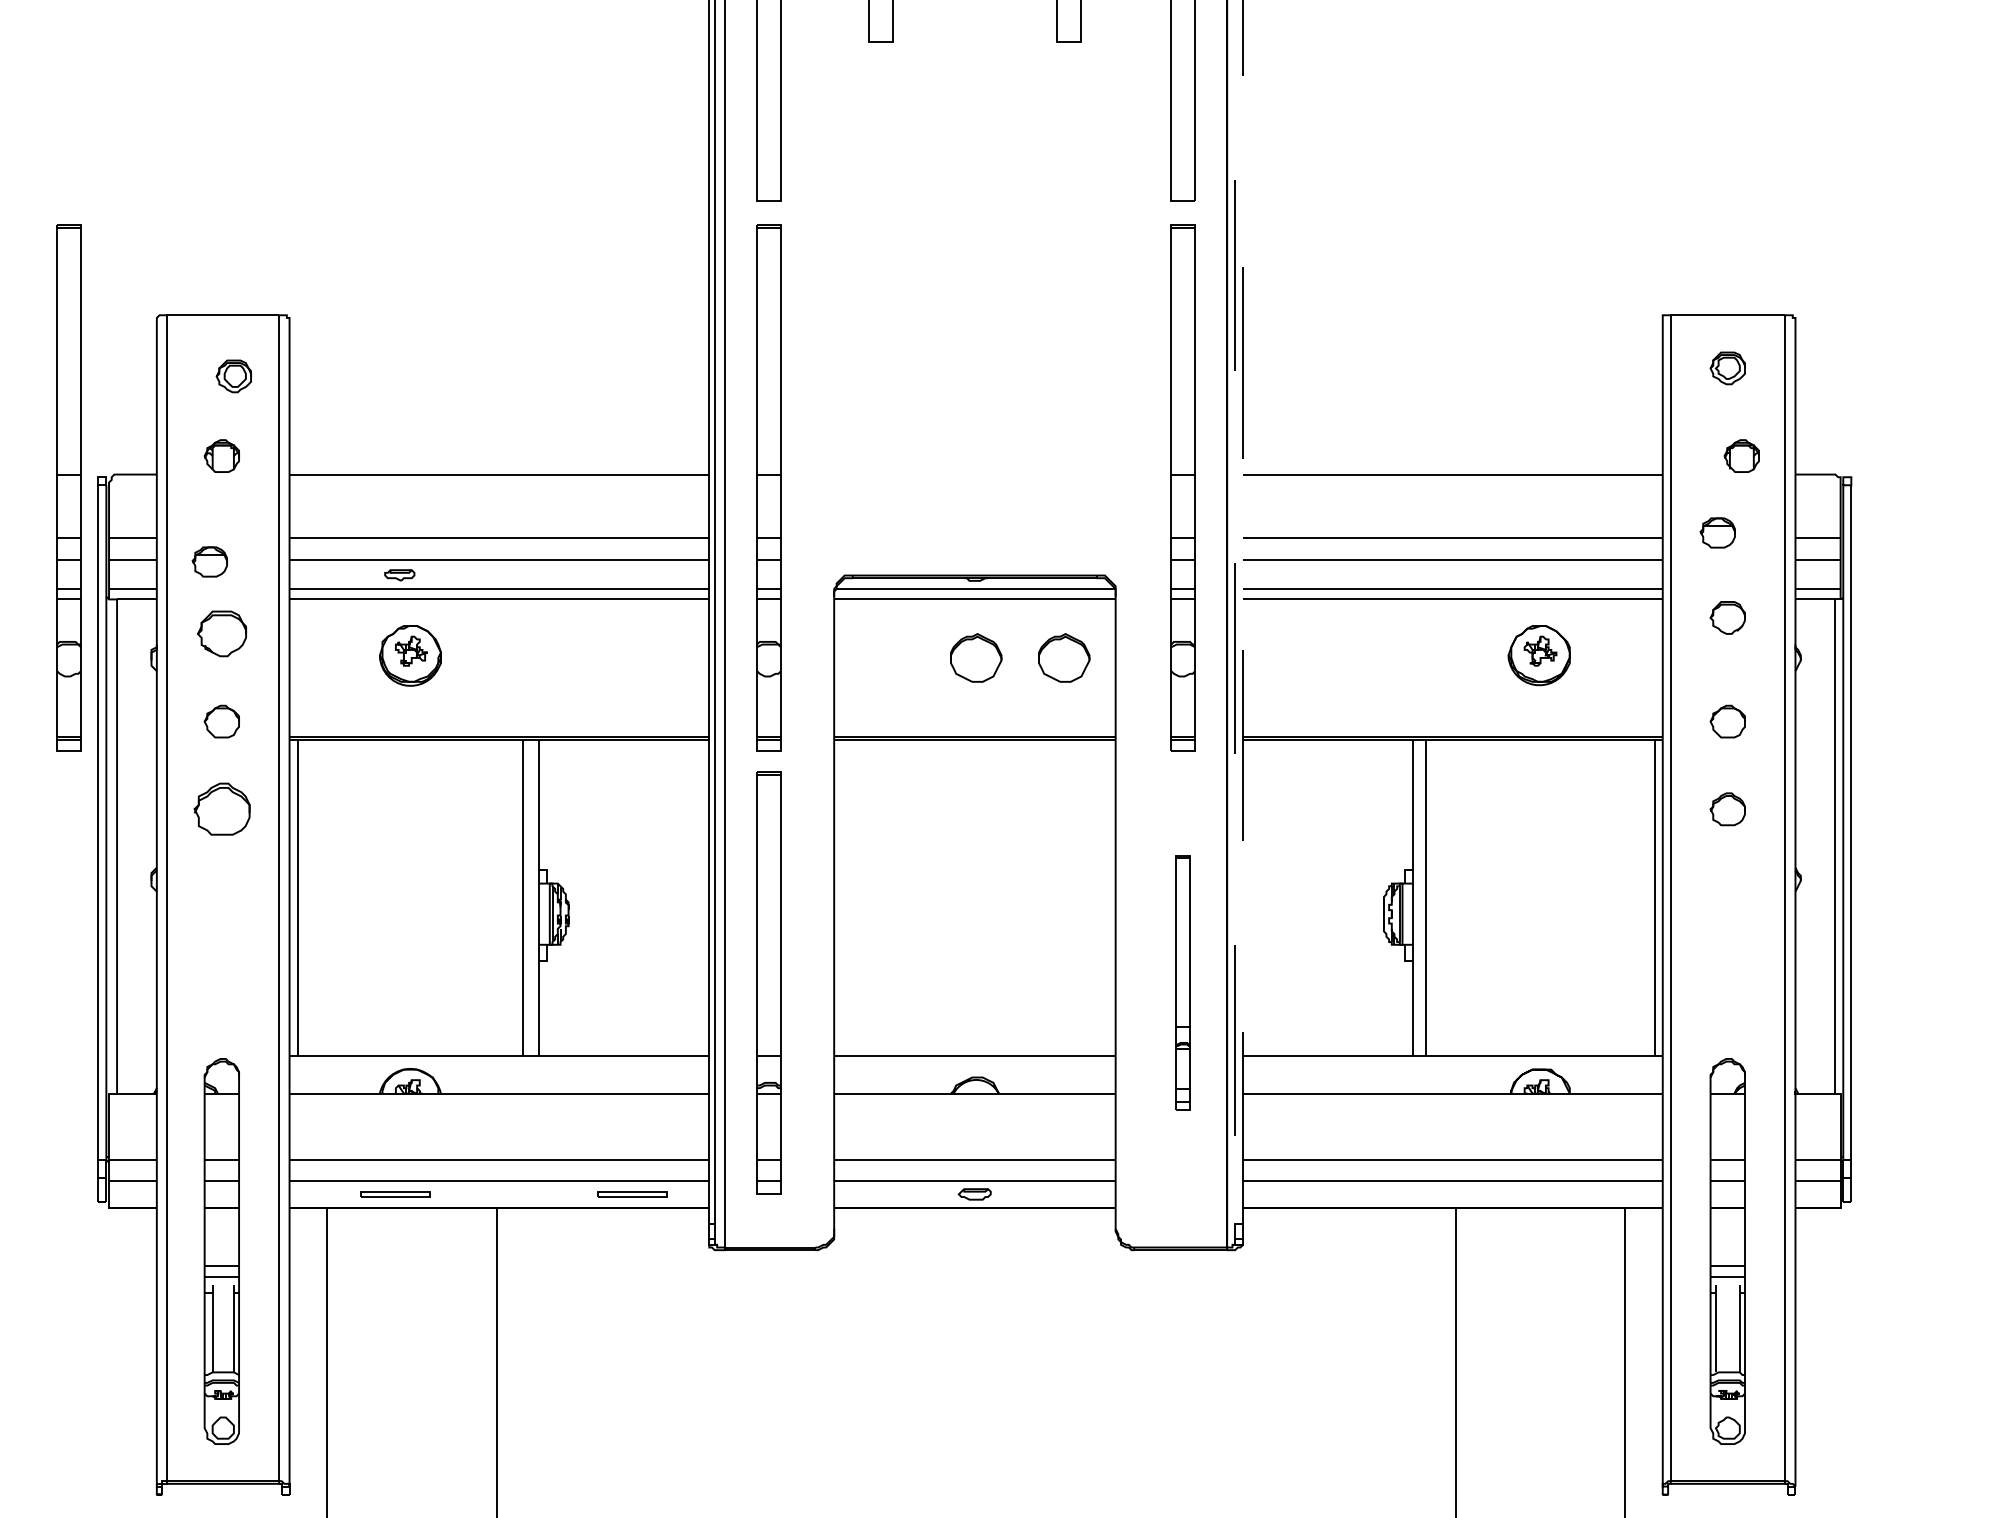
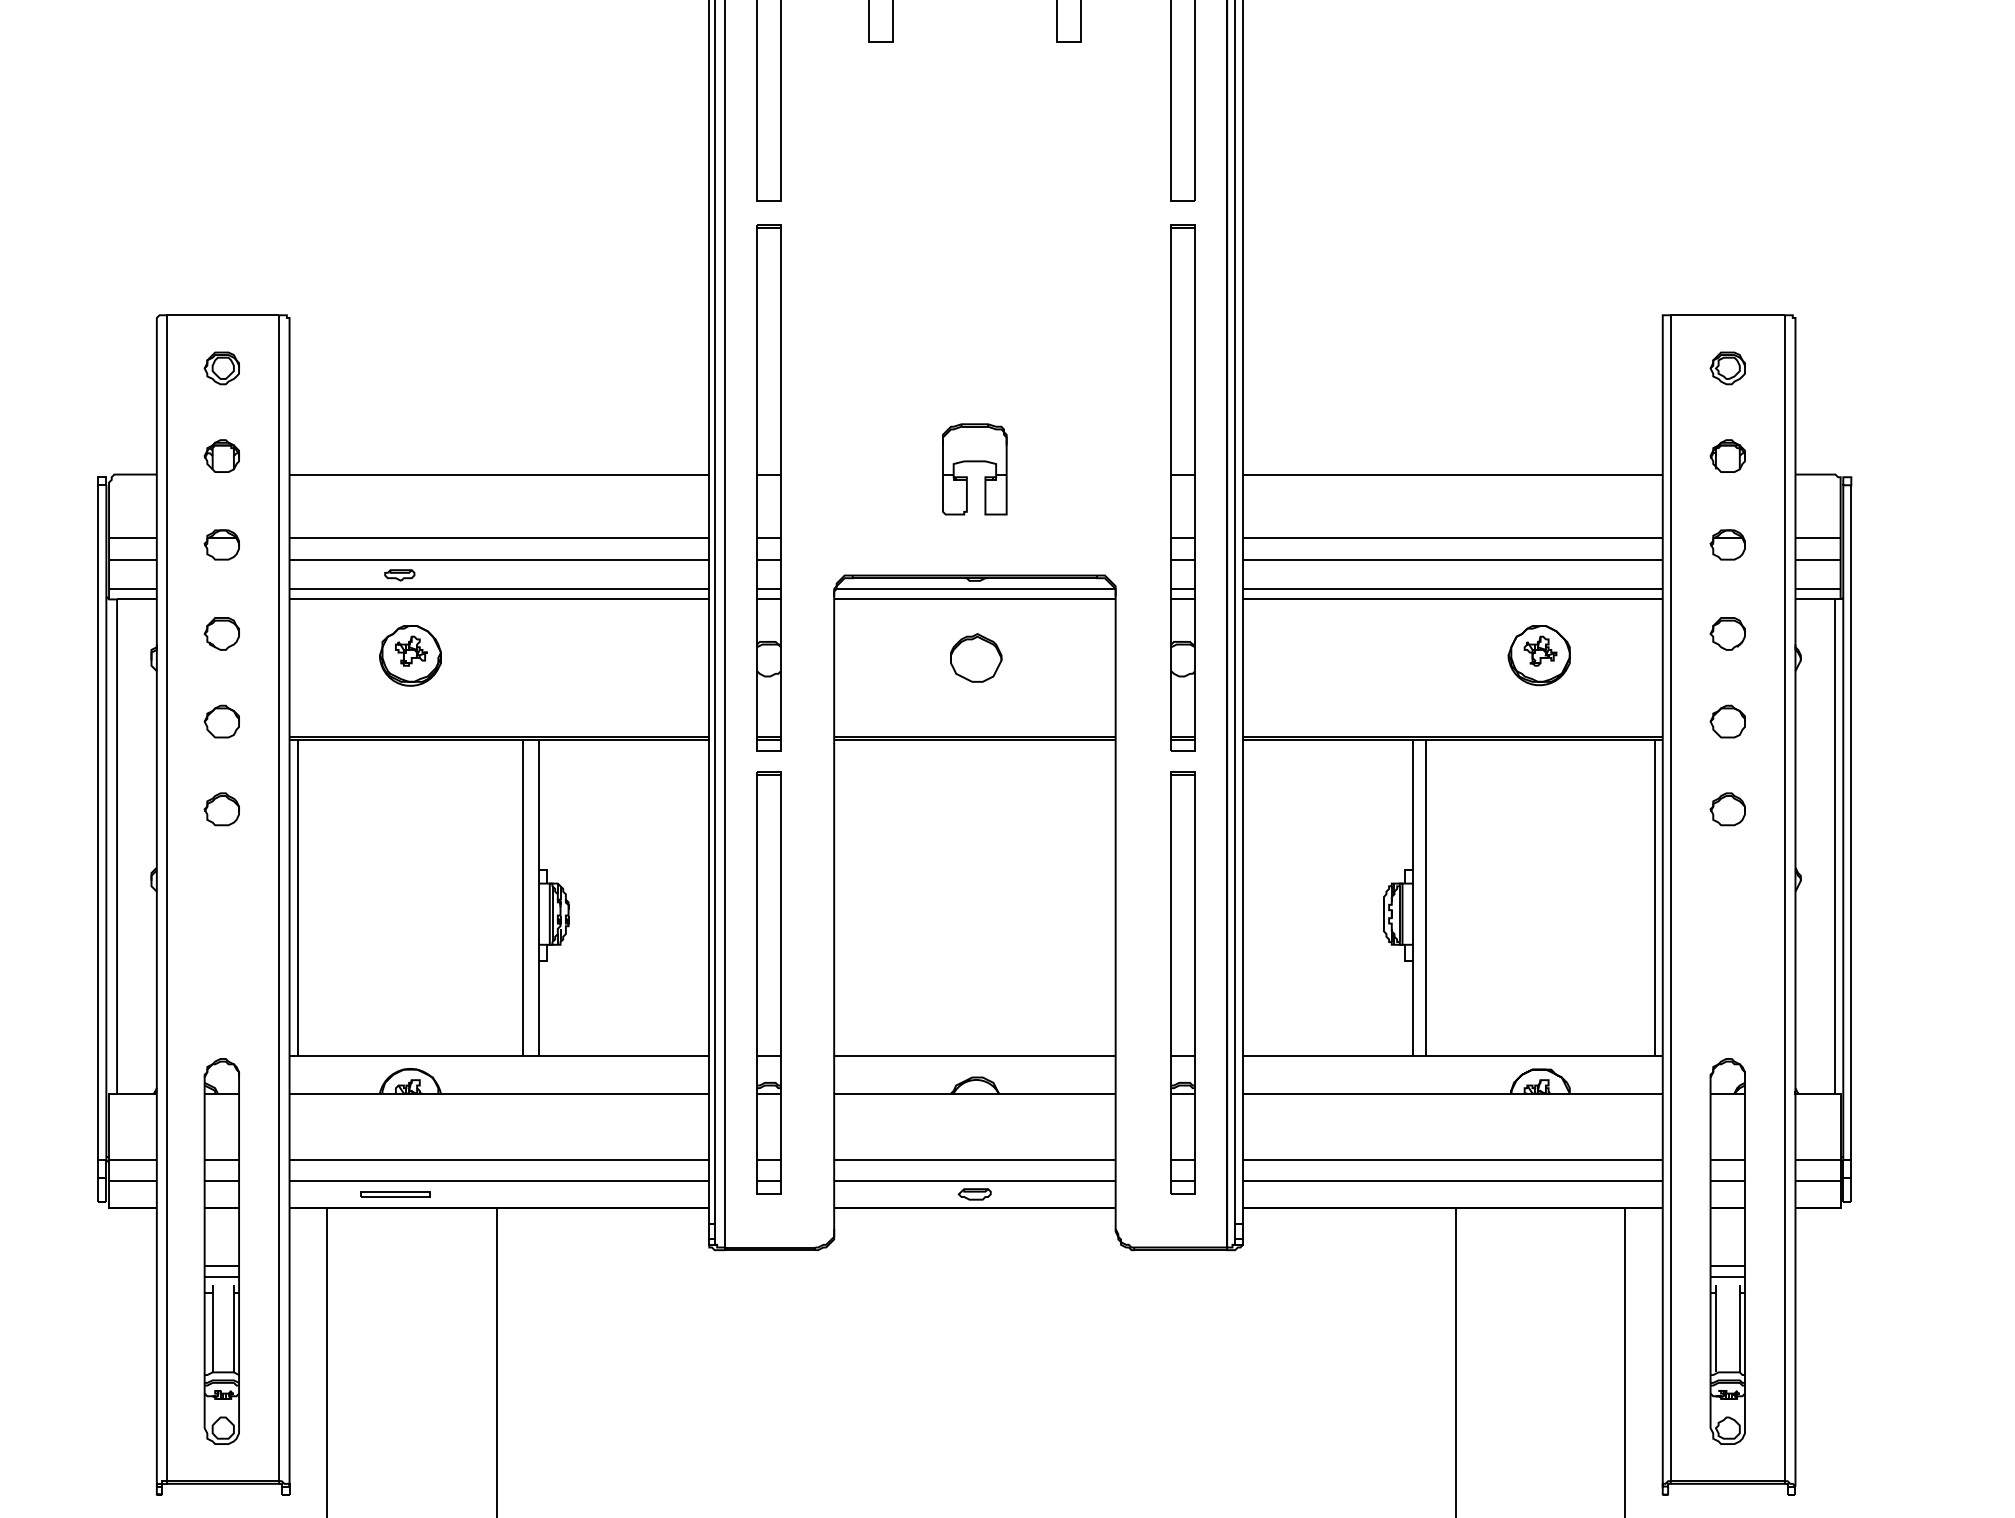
line at (1235, 0): dashed -> solid
part at (233, 376) position: (233, 376) -> (221, 368)
part at (1741, 455) position: (1741, 455) -> (1727, 455)
part at (974, 462): none -> present
part at (68, 487): present -> none
part at (1717, 532) position: (1717, 532) -> (1727, 544)
part at (209, 561) position: (209, 561) -> (221, 544)
part at (1727, 617) position: (1727, 617) -> (1727, 633)
part at (222, 633) size: 51x48 px -> 37x34 px
part at (1064, 657): present -> none
part at (221, 808) size: 58x54 px -> 37x35 px
part at (1182, 982) size: 16x256 px -> 26x424 px
part at (632, 1194): present -> none
